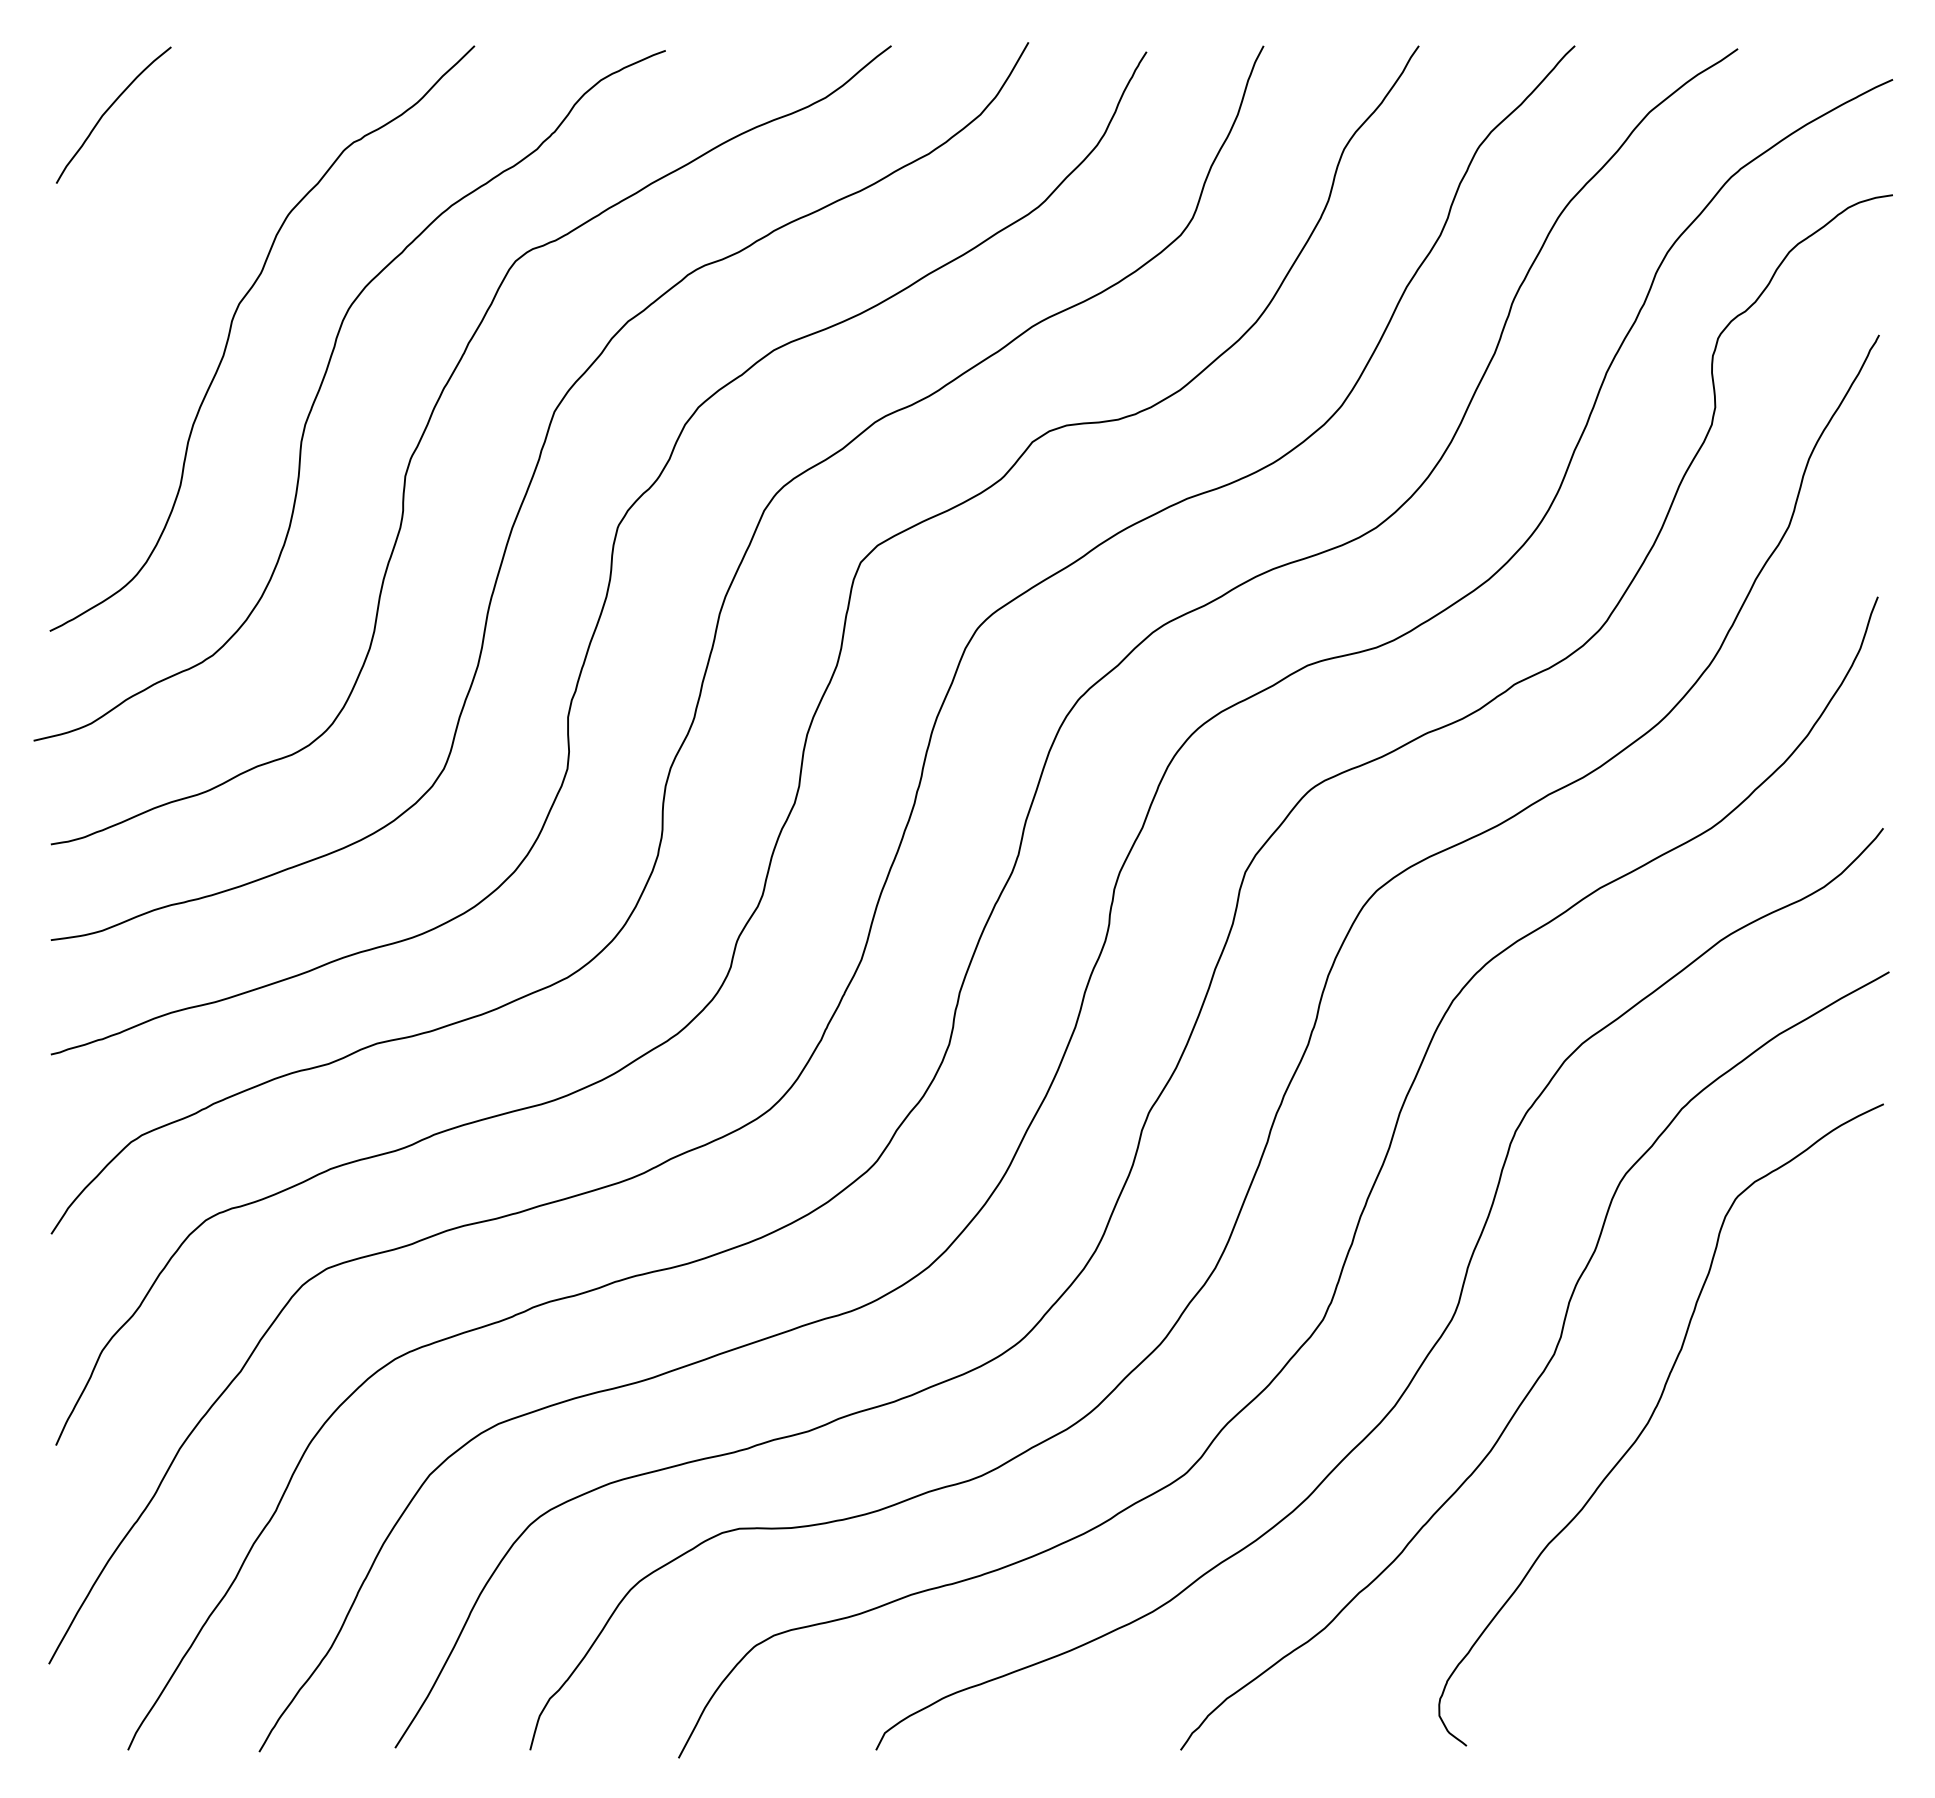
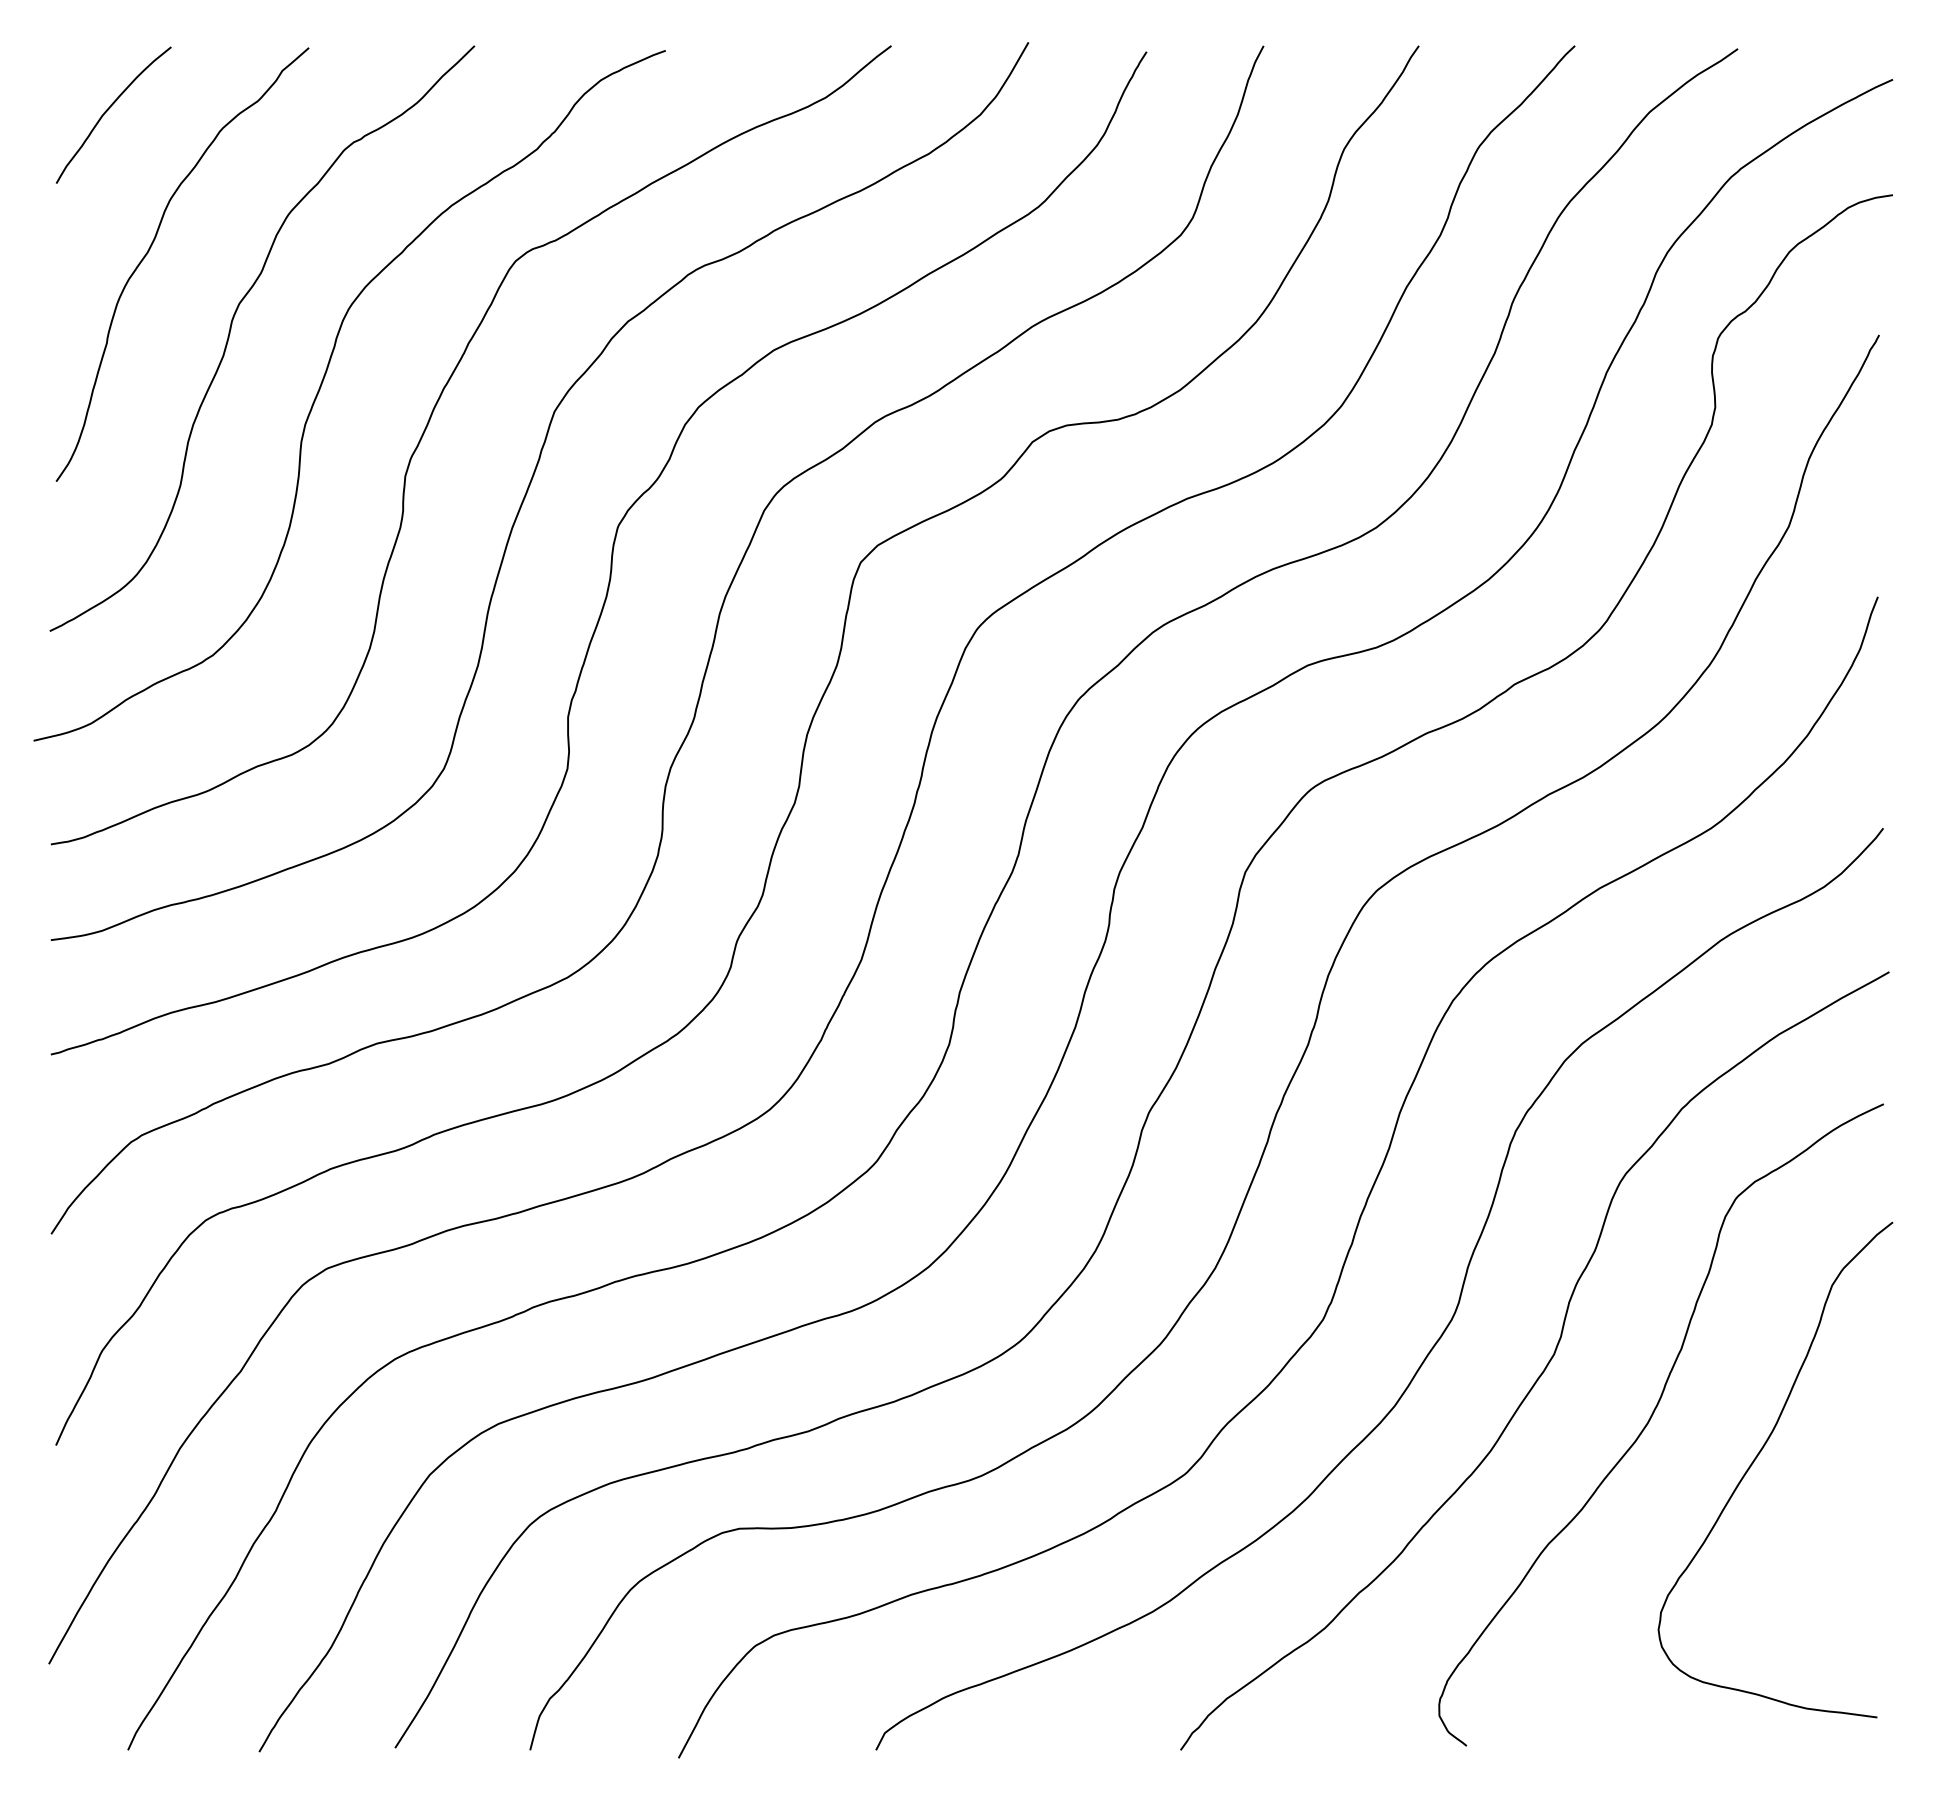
curve at (150, 249): none -> present
curve at (1757, 1457): none -> present
